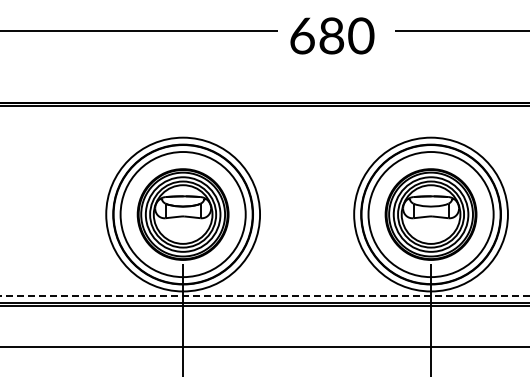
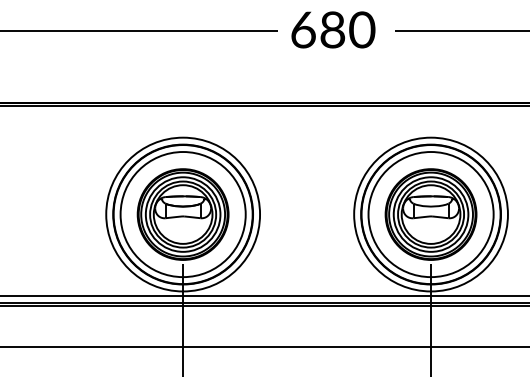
text at (332, 35) position: (332, 35) -> (333, 29)
line at (265, 295): dashed -> solid
